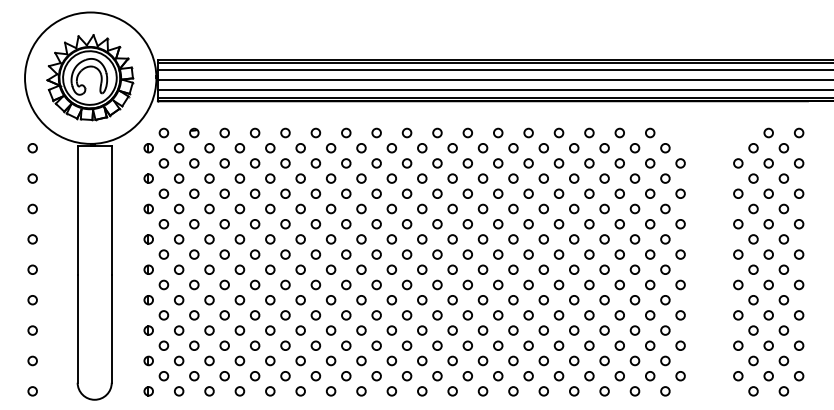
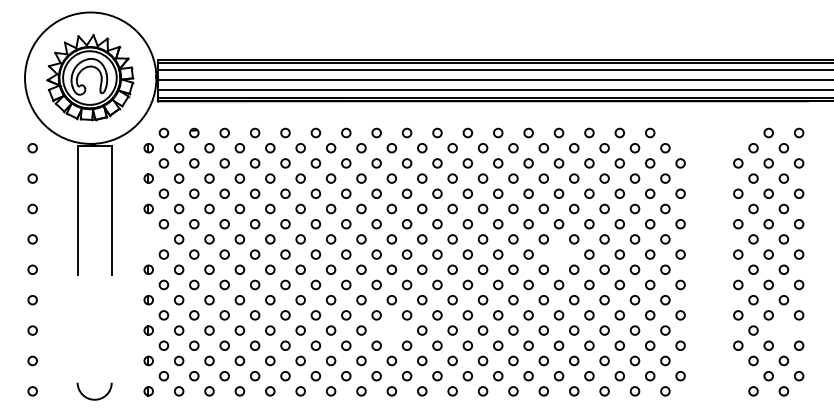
part at (148, 239): present -> none
circle at (558, 254): present -> none
line at (77, 328): present -> none
line at (111, 328): present -> none
circle at (391, 330): present -> none
circle at (783, 330): present -> none
circle at (738, 376): present -> none
